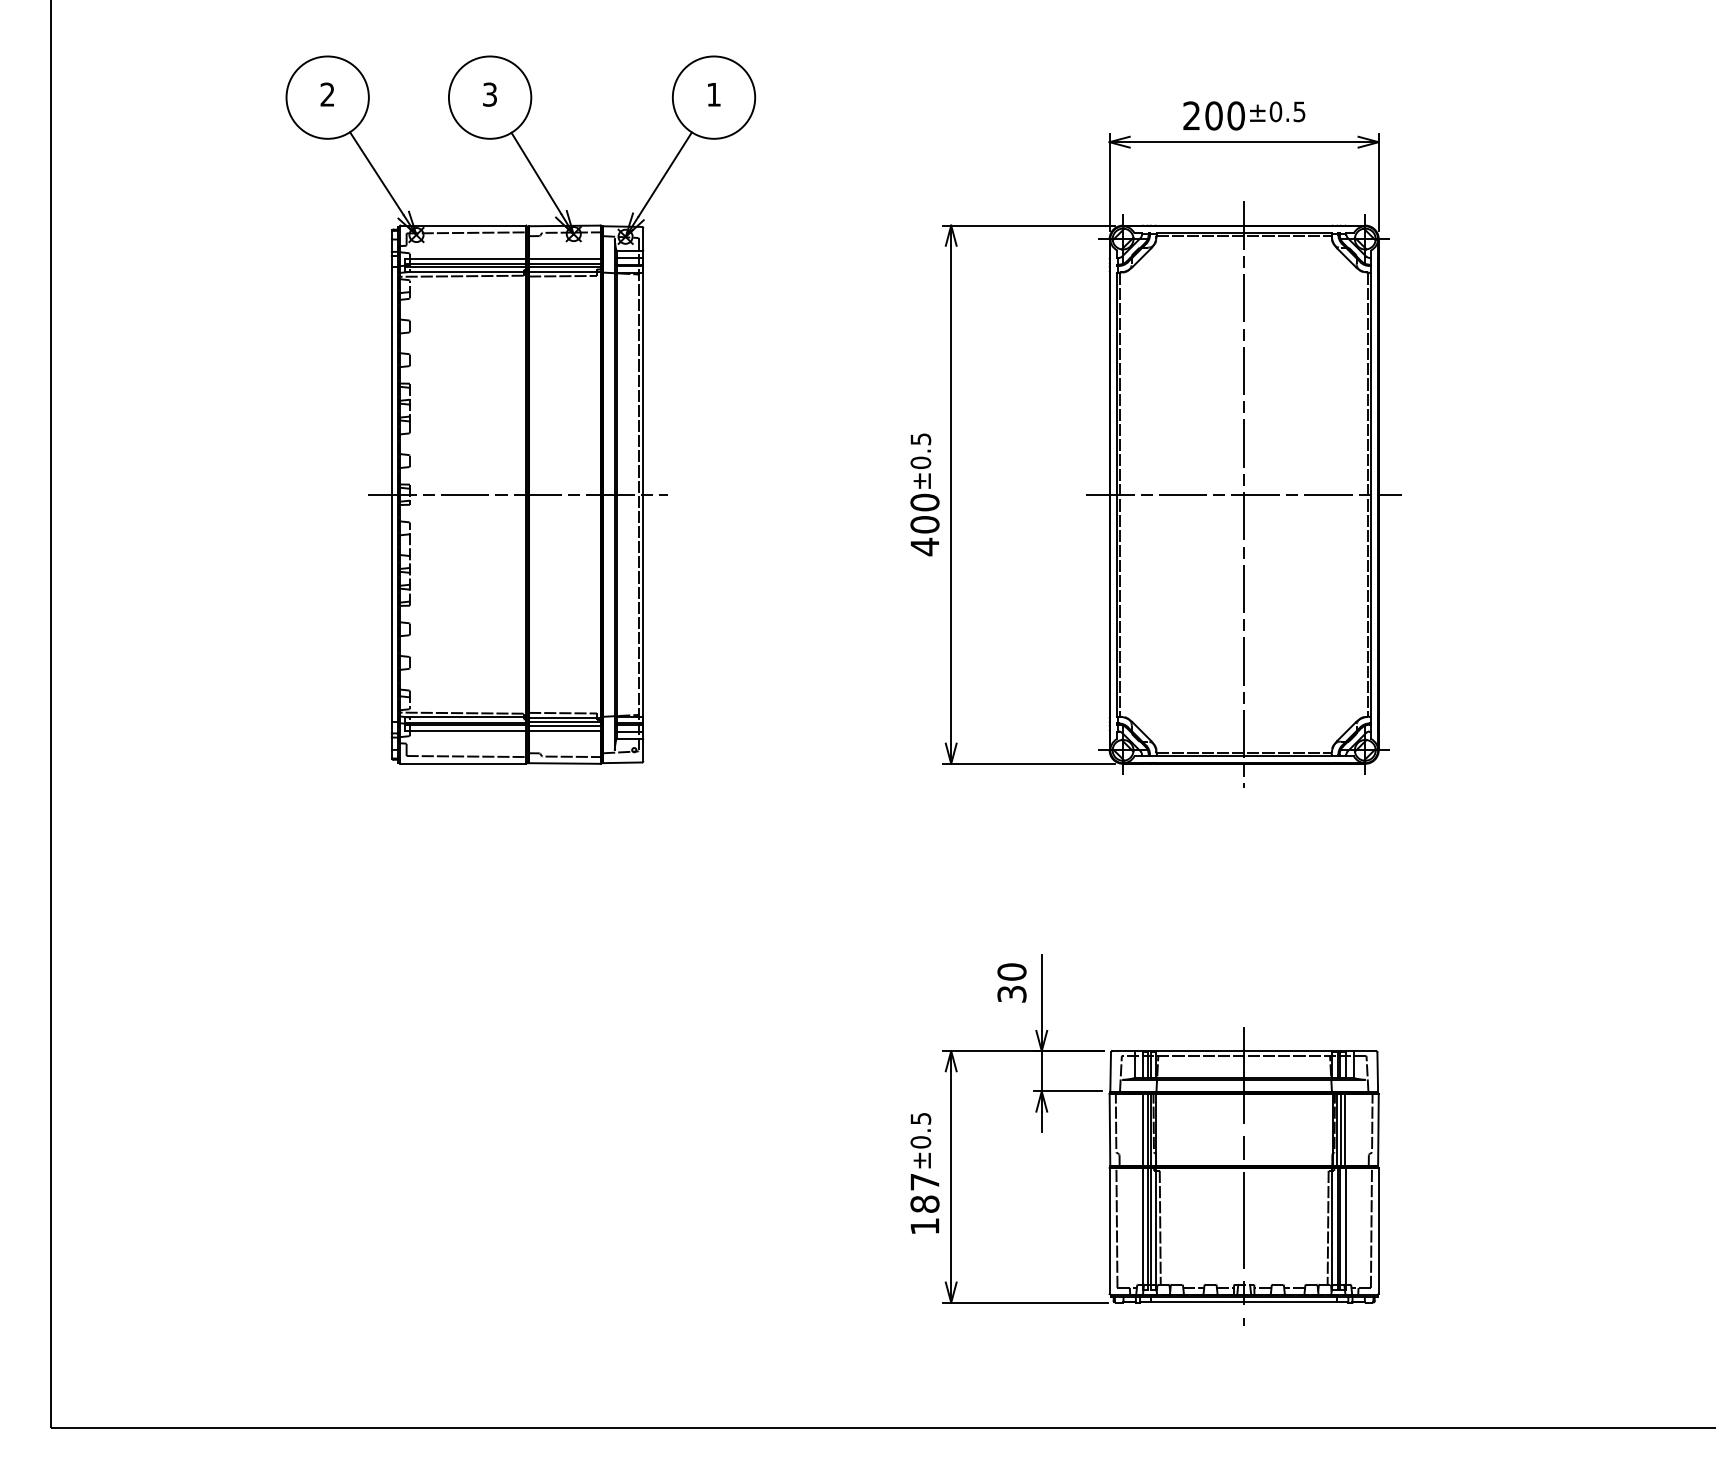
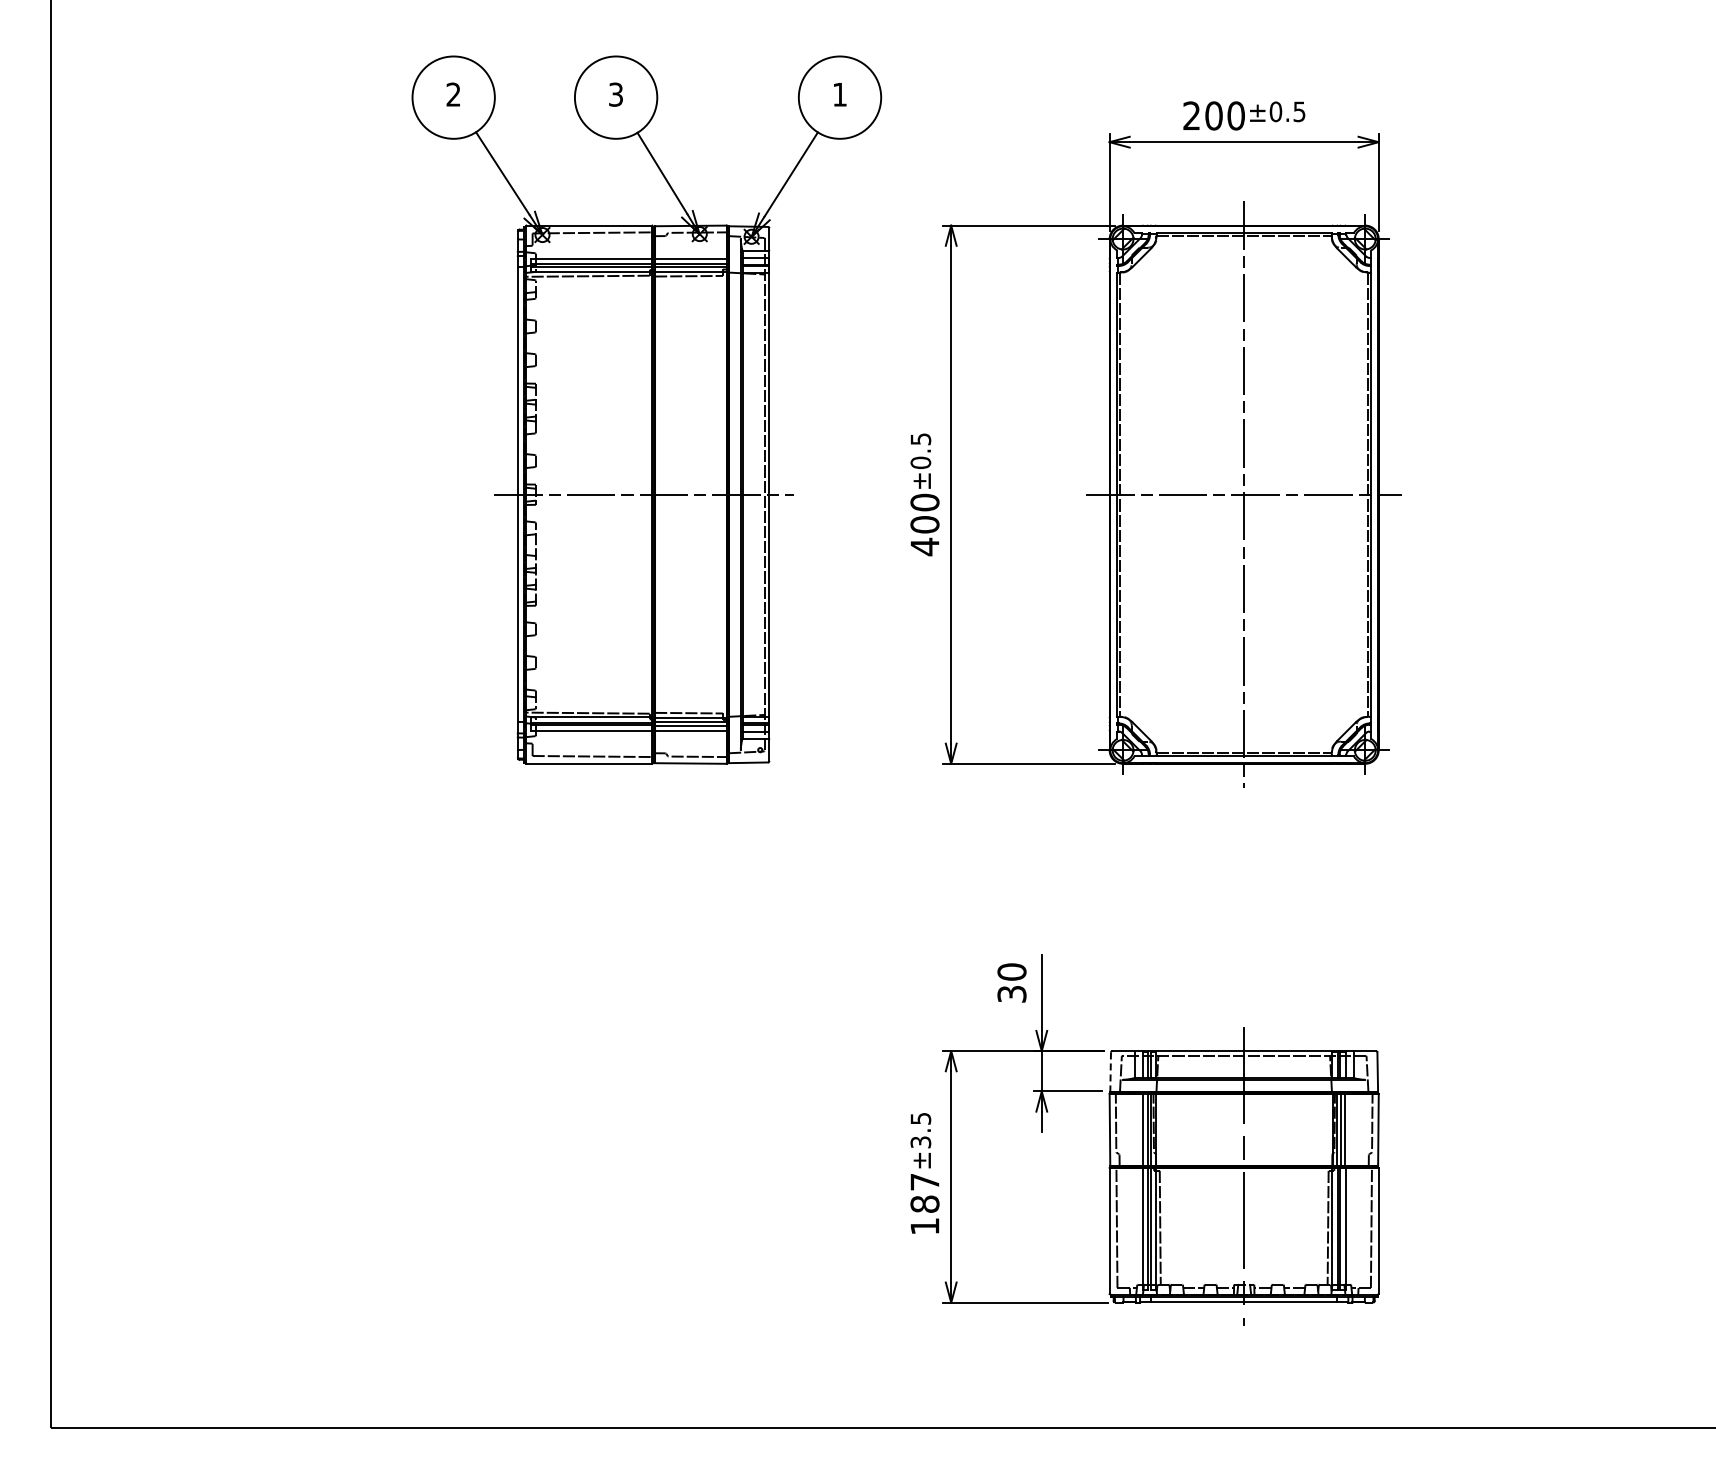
part at (520, 409) position: (520, 409) -> (646, 409)
line at (1110, 1071): solid -> dashed
text at (920, 1142): ±0.5 -> ±3.5
